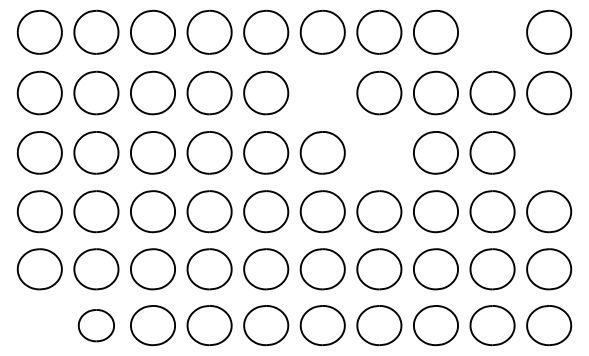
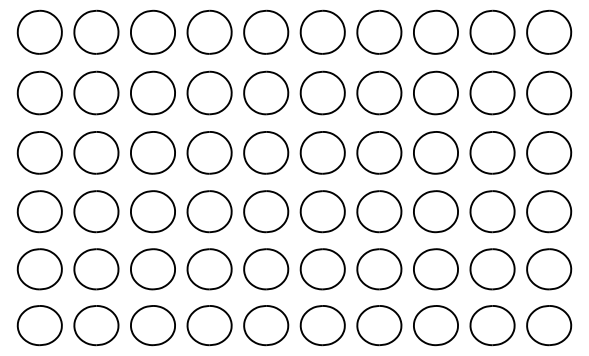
part at (492, 31): none -> present
part at (322, 92): none -> present
part at (379, 152): none -> present
part at (549, 152): none -> present
part at (39, 325): none -> present
part at (95, 325) size: 38x34 px -> 47x42 px
